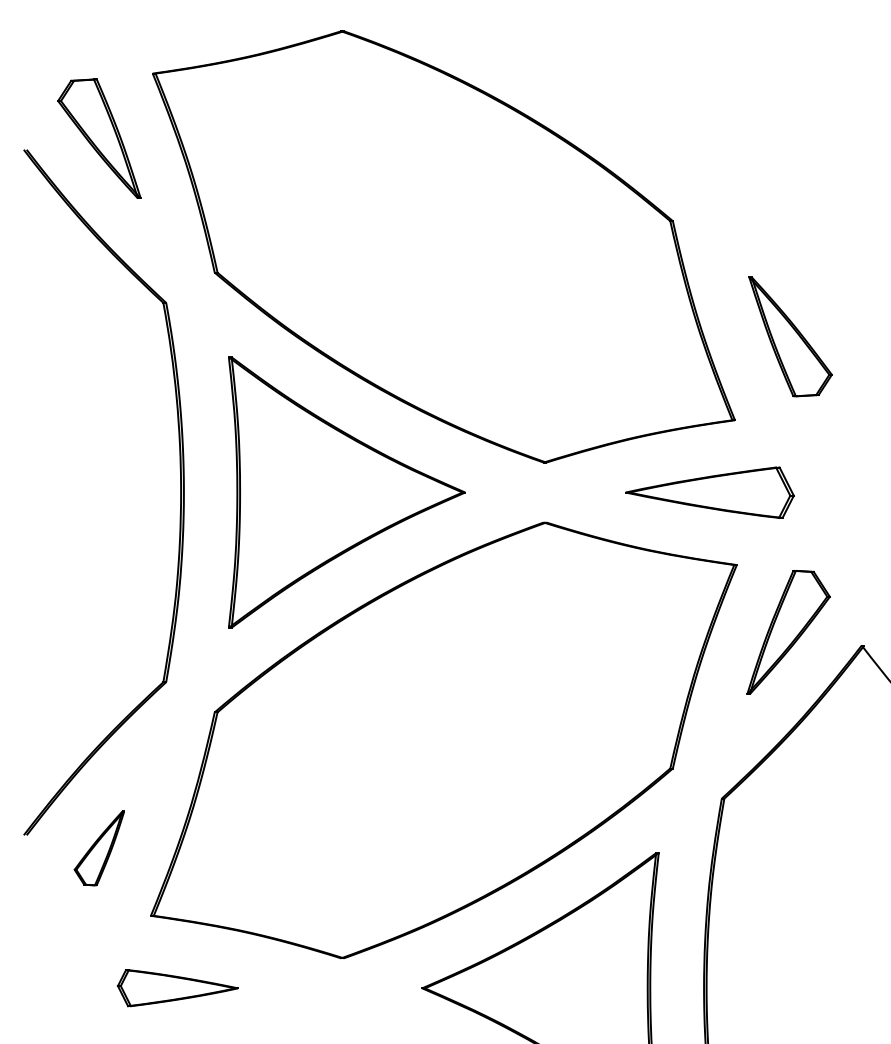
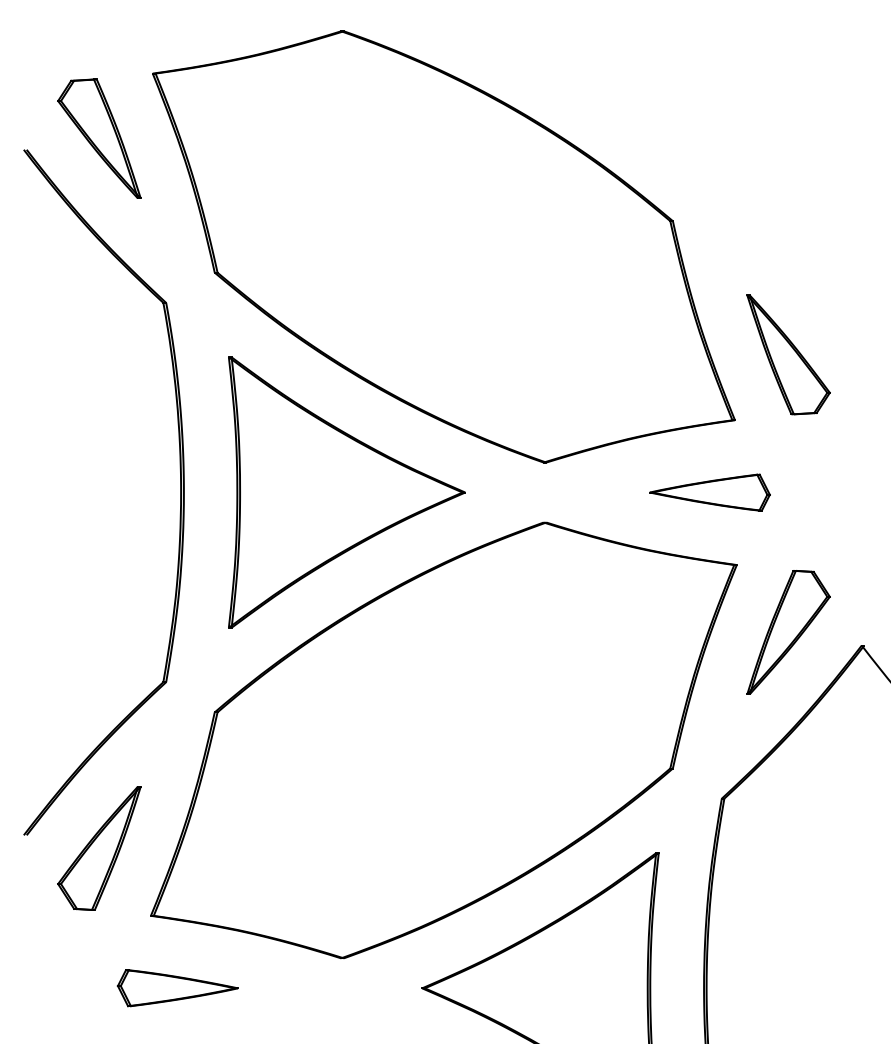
part at (790, 336) position: (790, 336) -> (788, 354)
part at (709, 492) size: 170x53 px -> 122x39 px
part at (98, 848) size: 52x77 px -> 85x125 px
